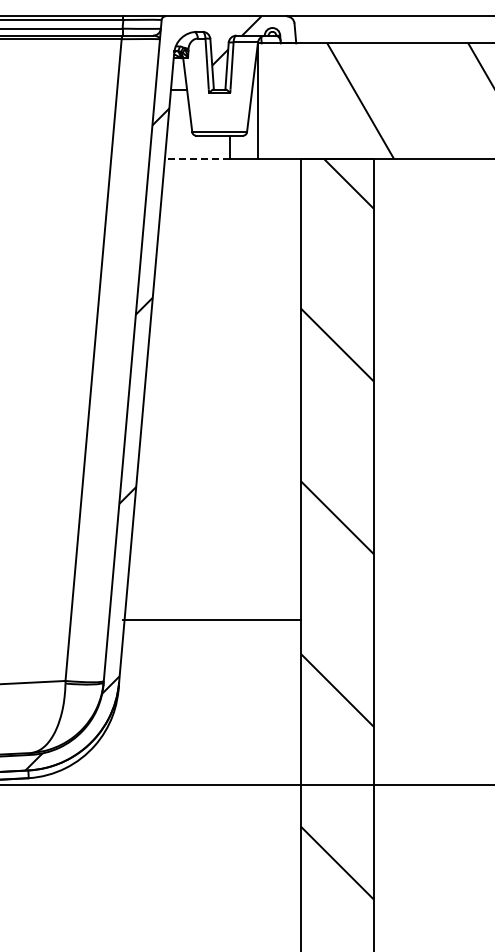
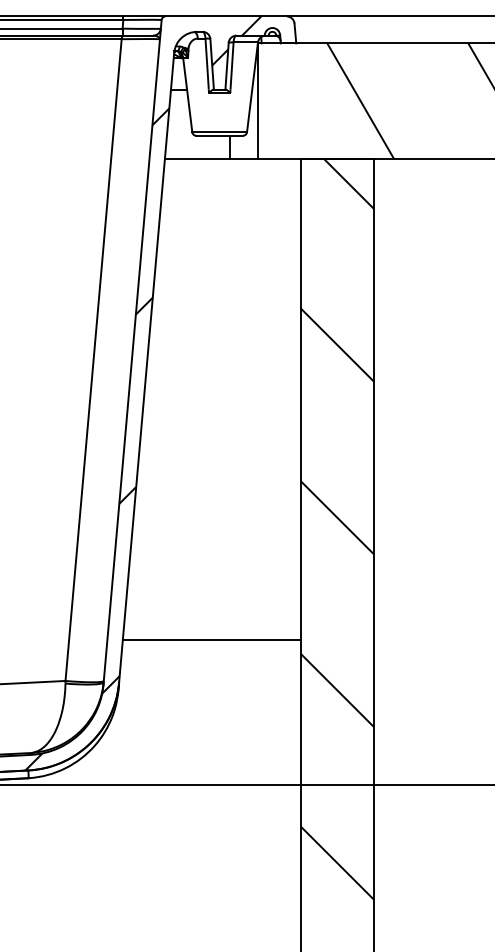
line at (196, 158): dashed -> solid
line at (211, 619) position: (211, 619) -> (211, 639)
